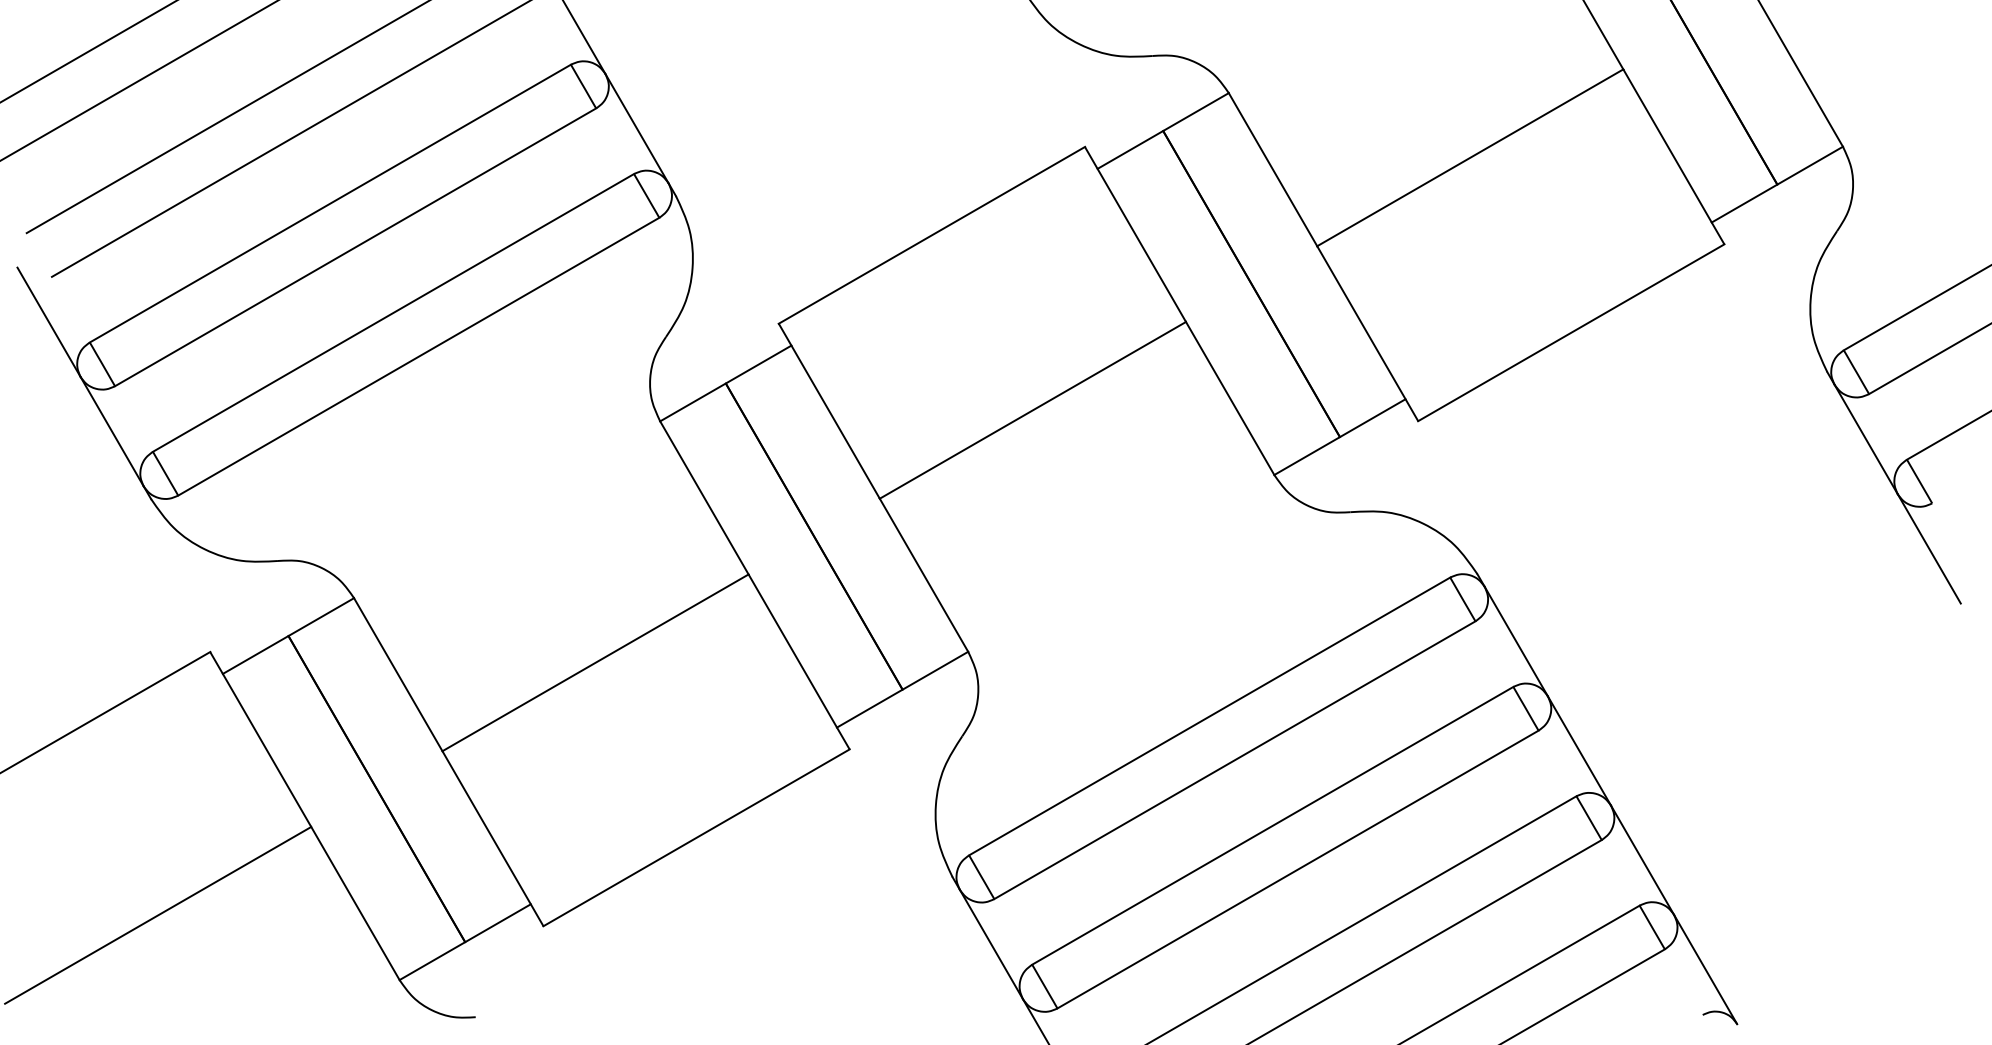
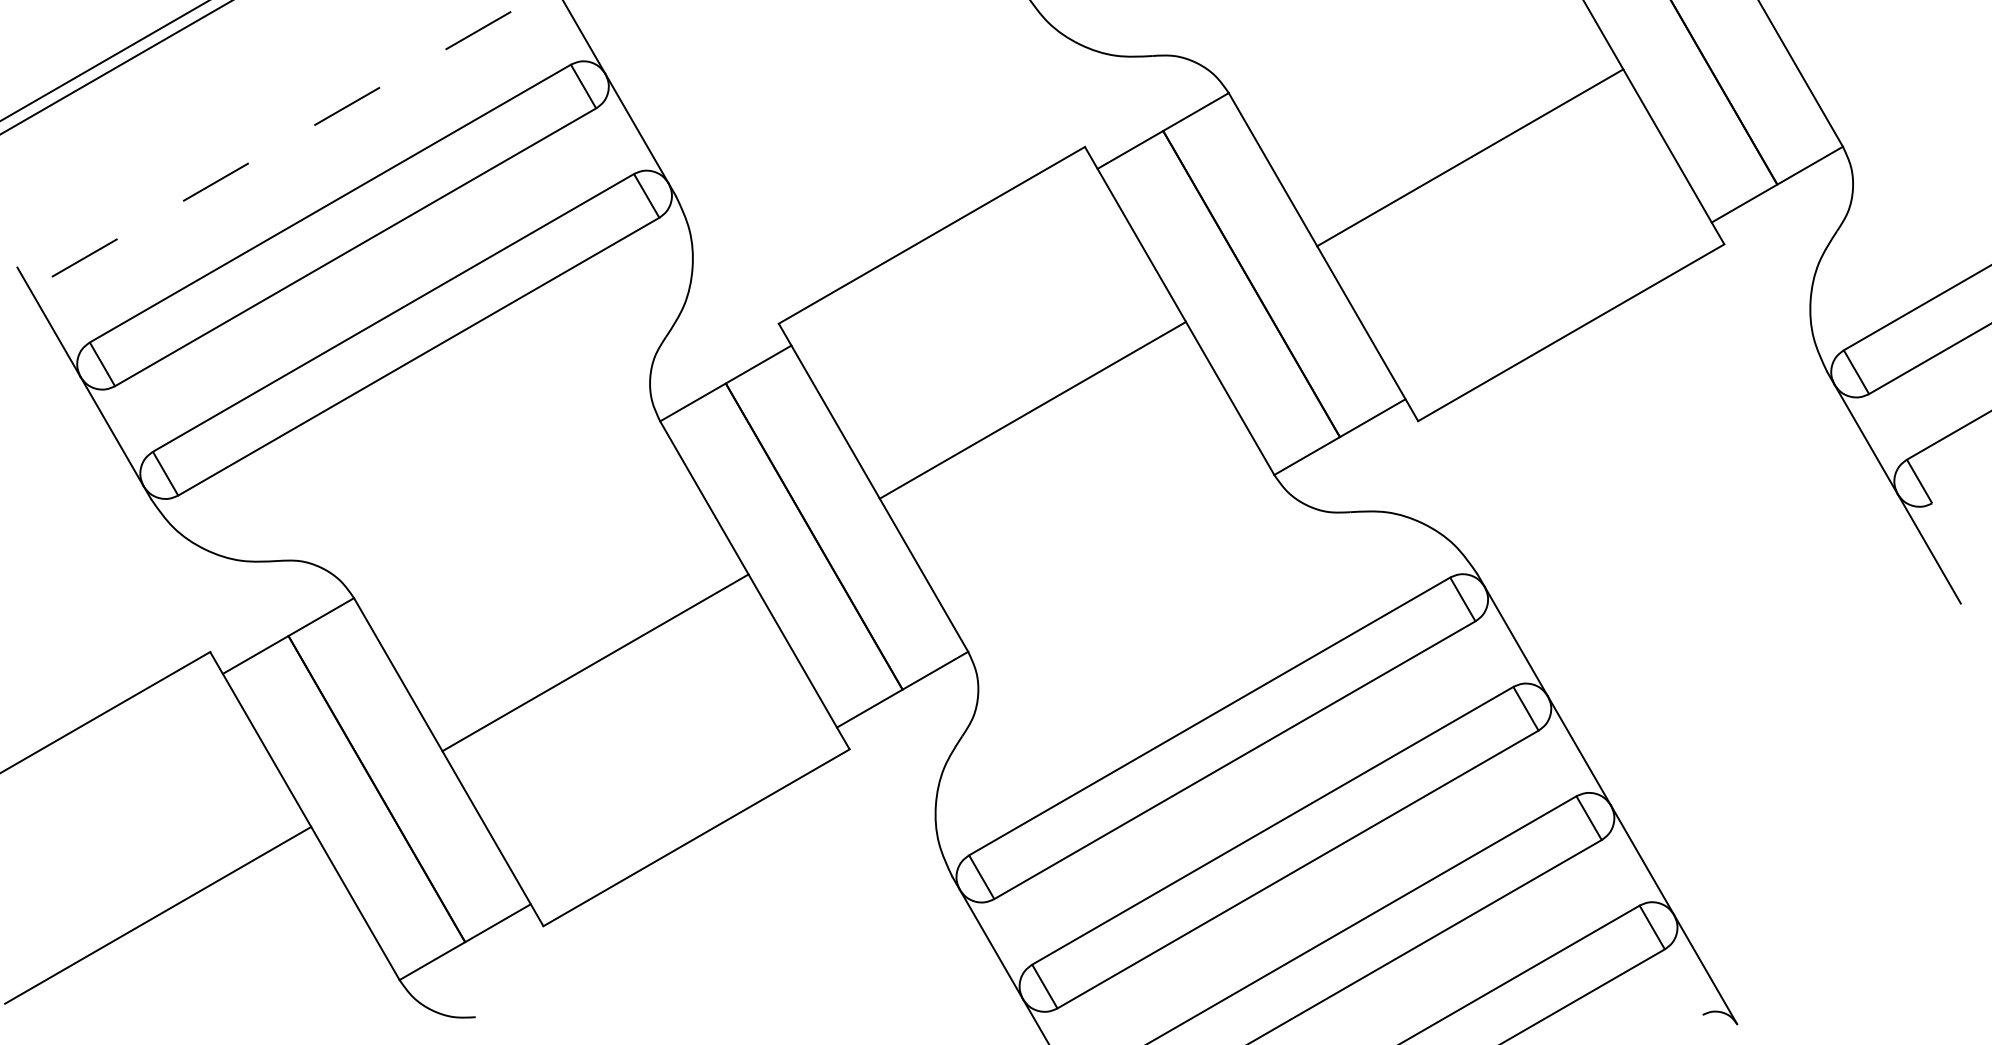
line at (88, 51) position: (88, 51) -> (104, 60)
line at (138, 80) position: (138, 80) -> (115, 67)
line at (226, 117): present -> none
line at (291, 138): solid -> dashed
